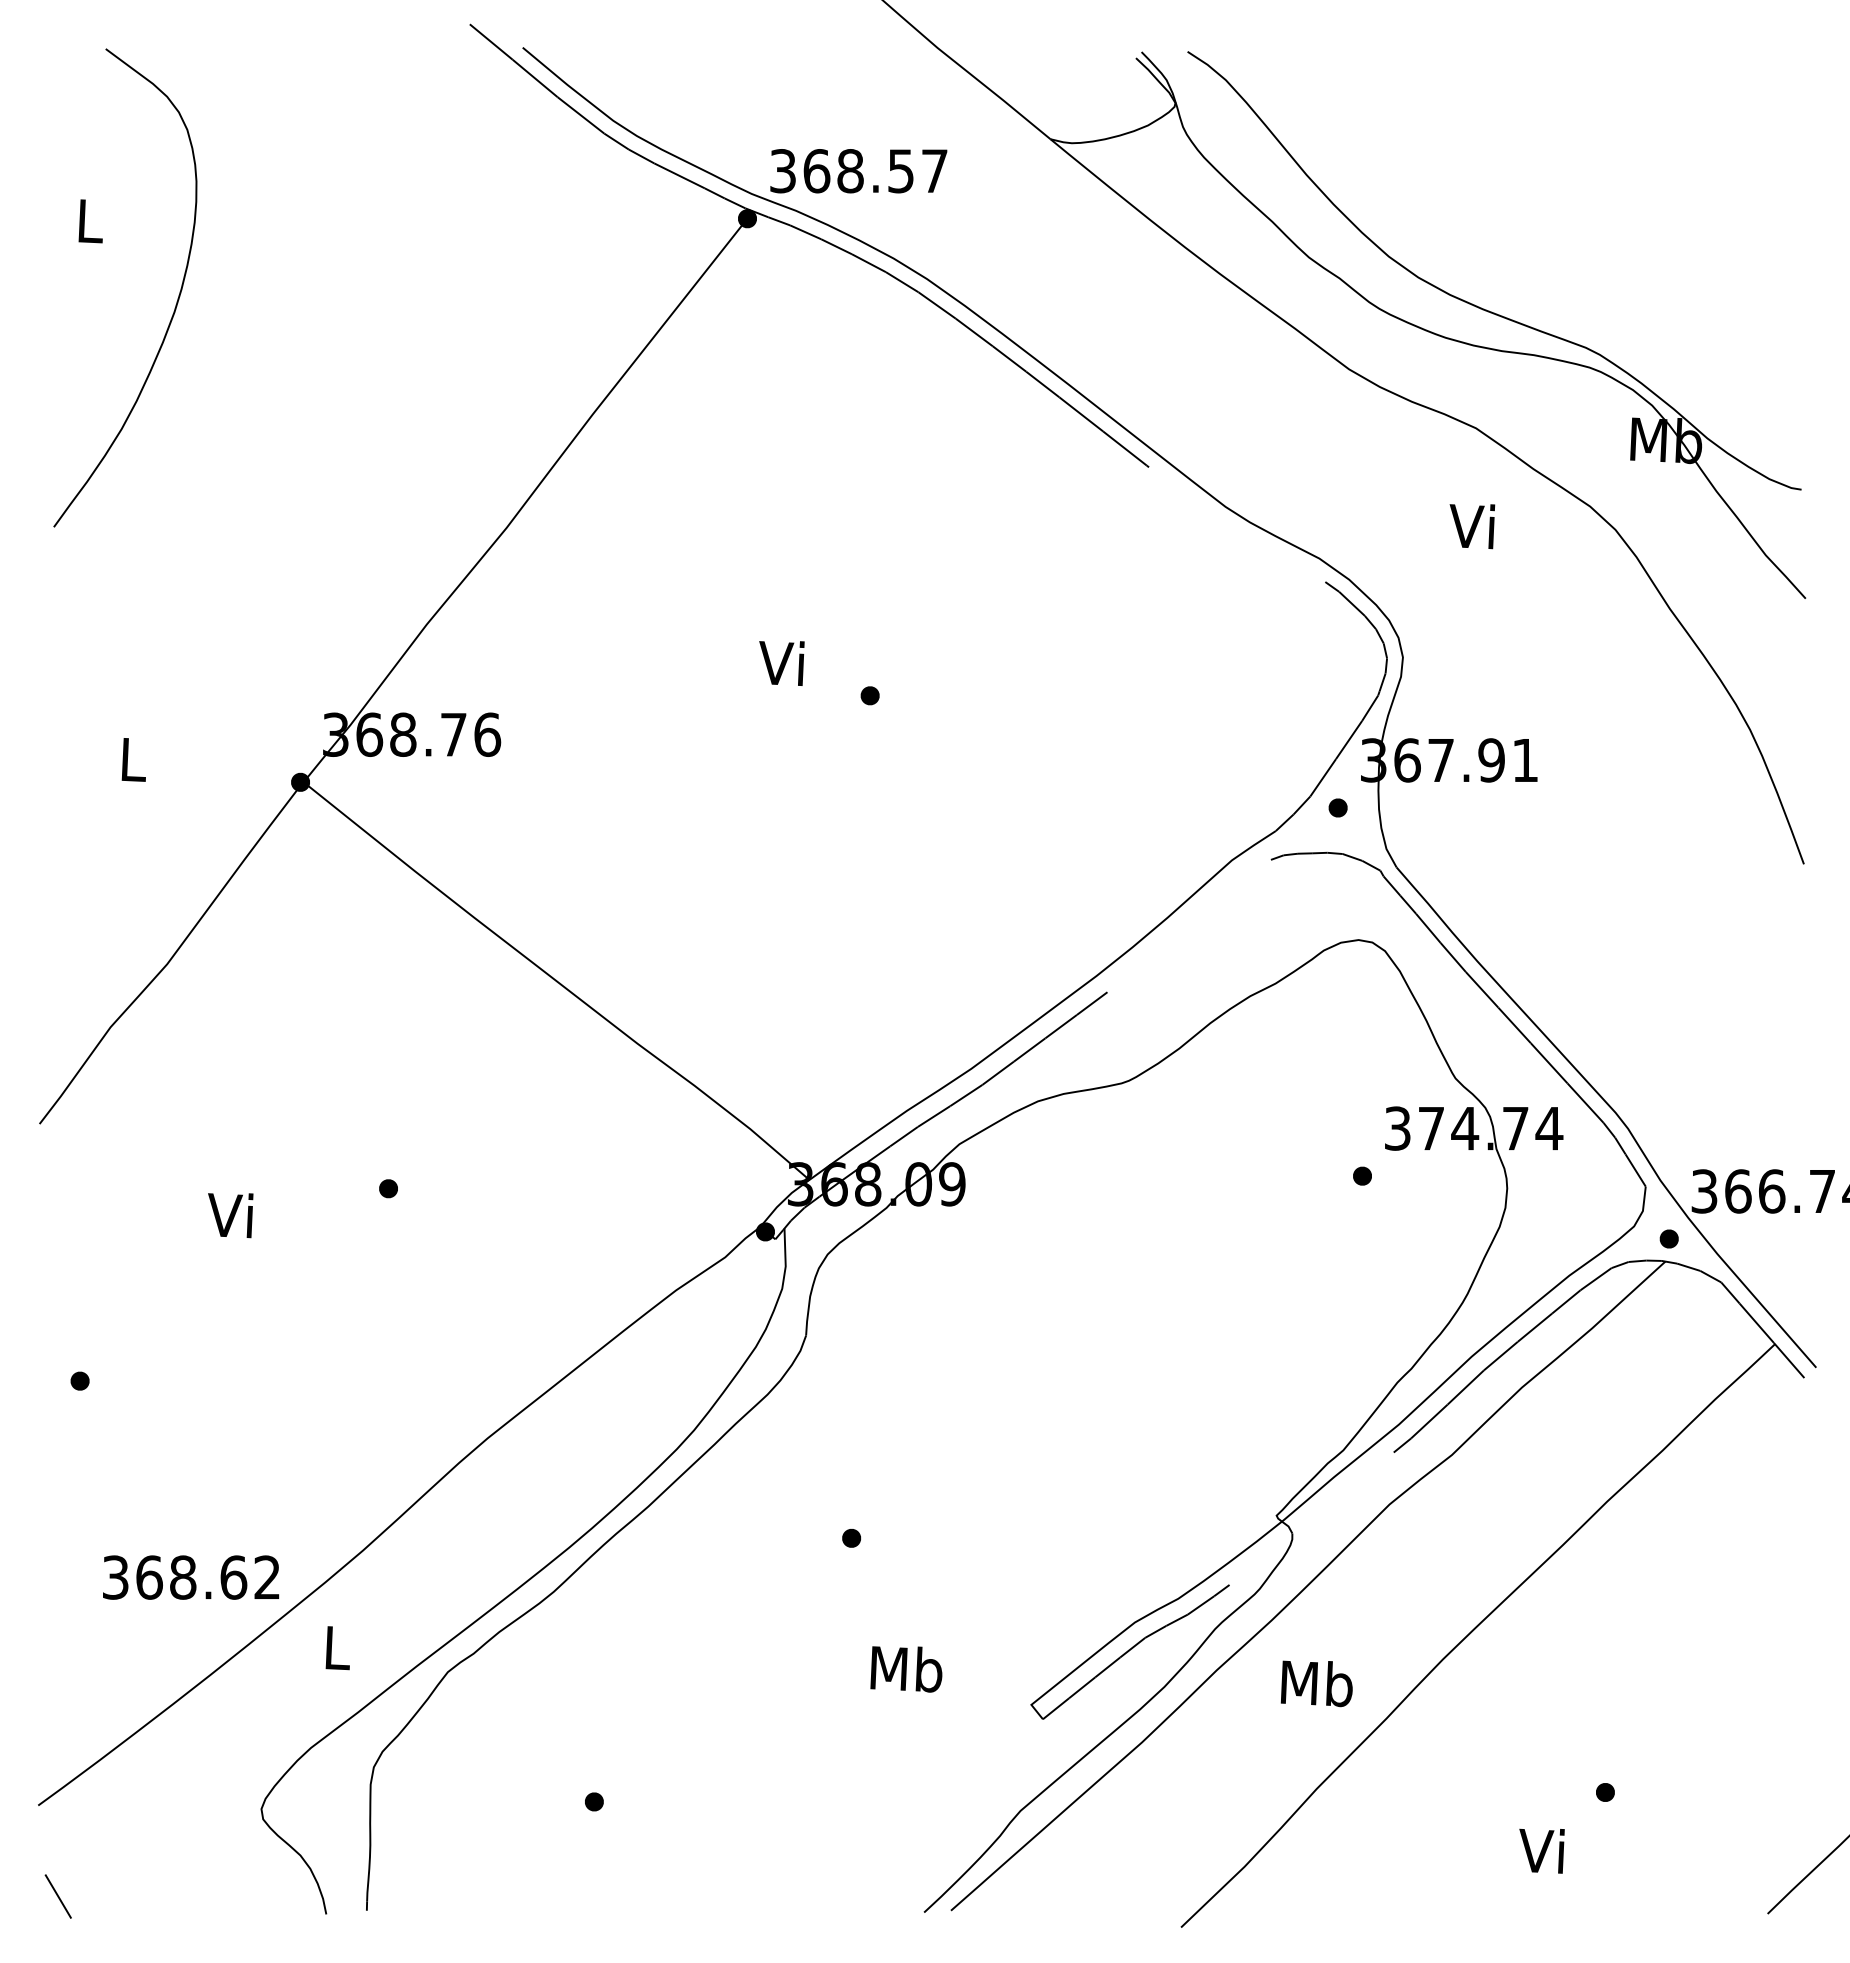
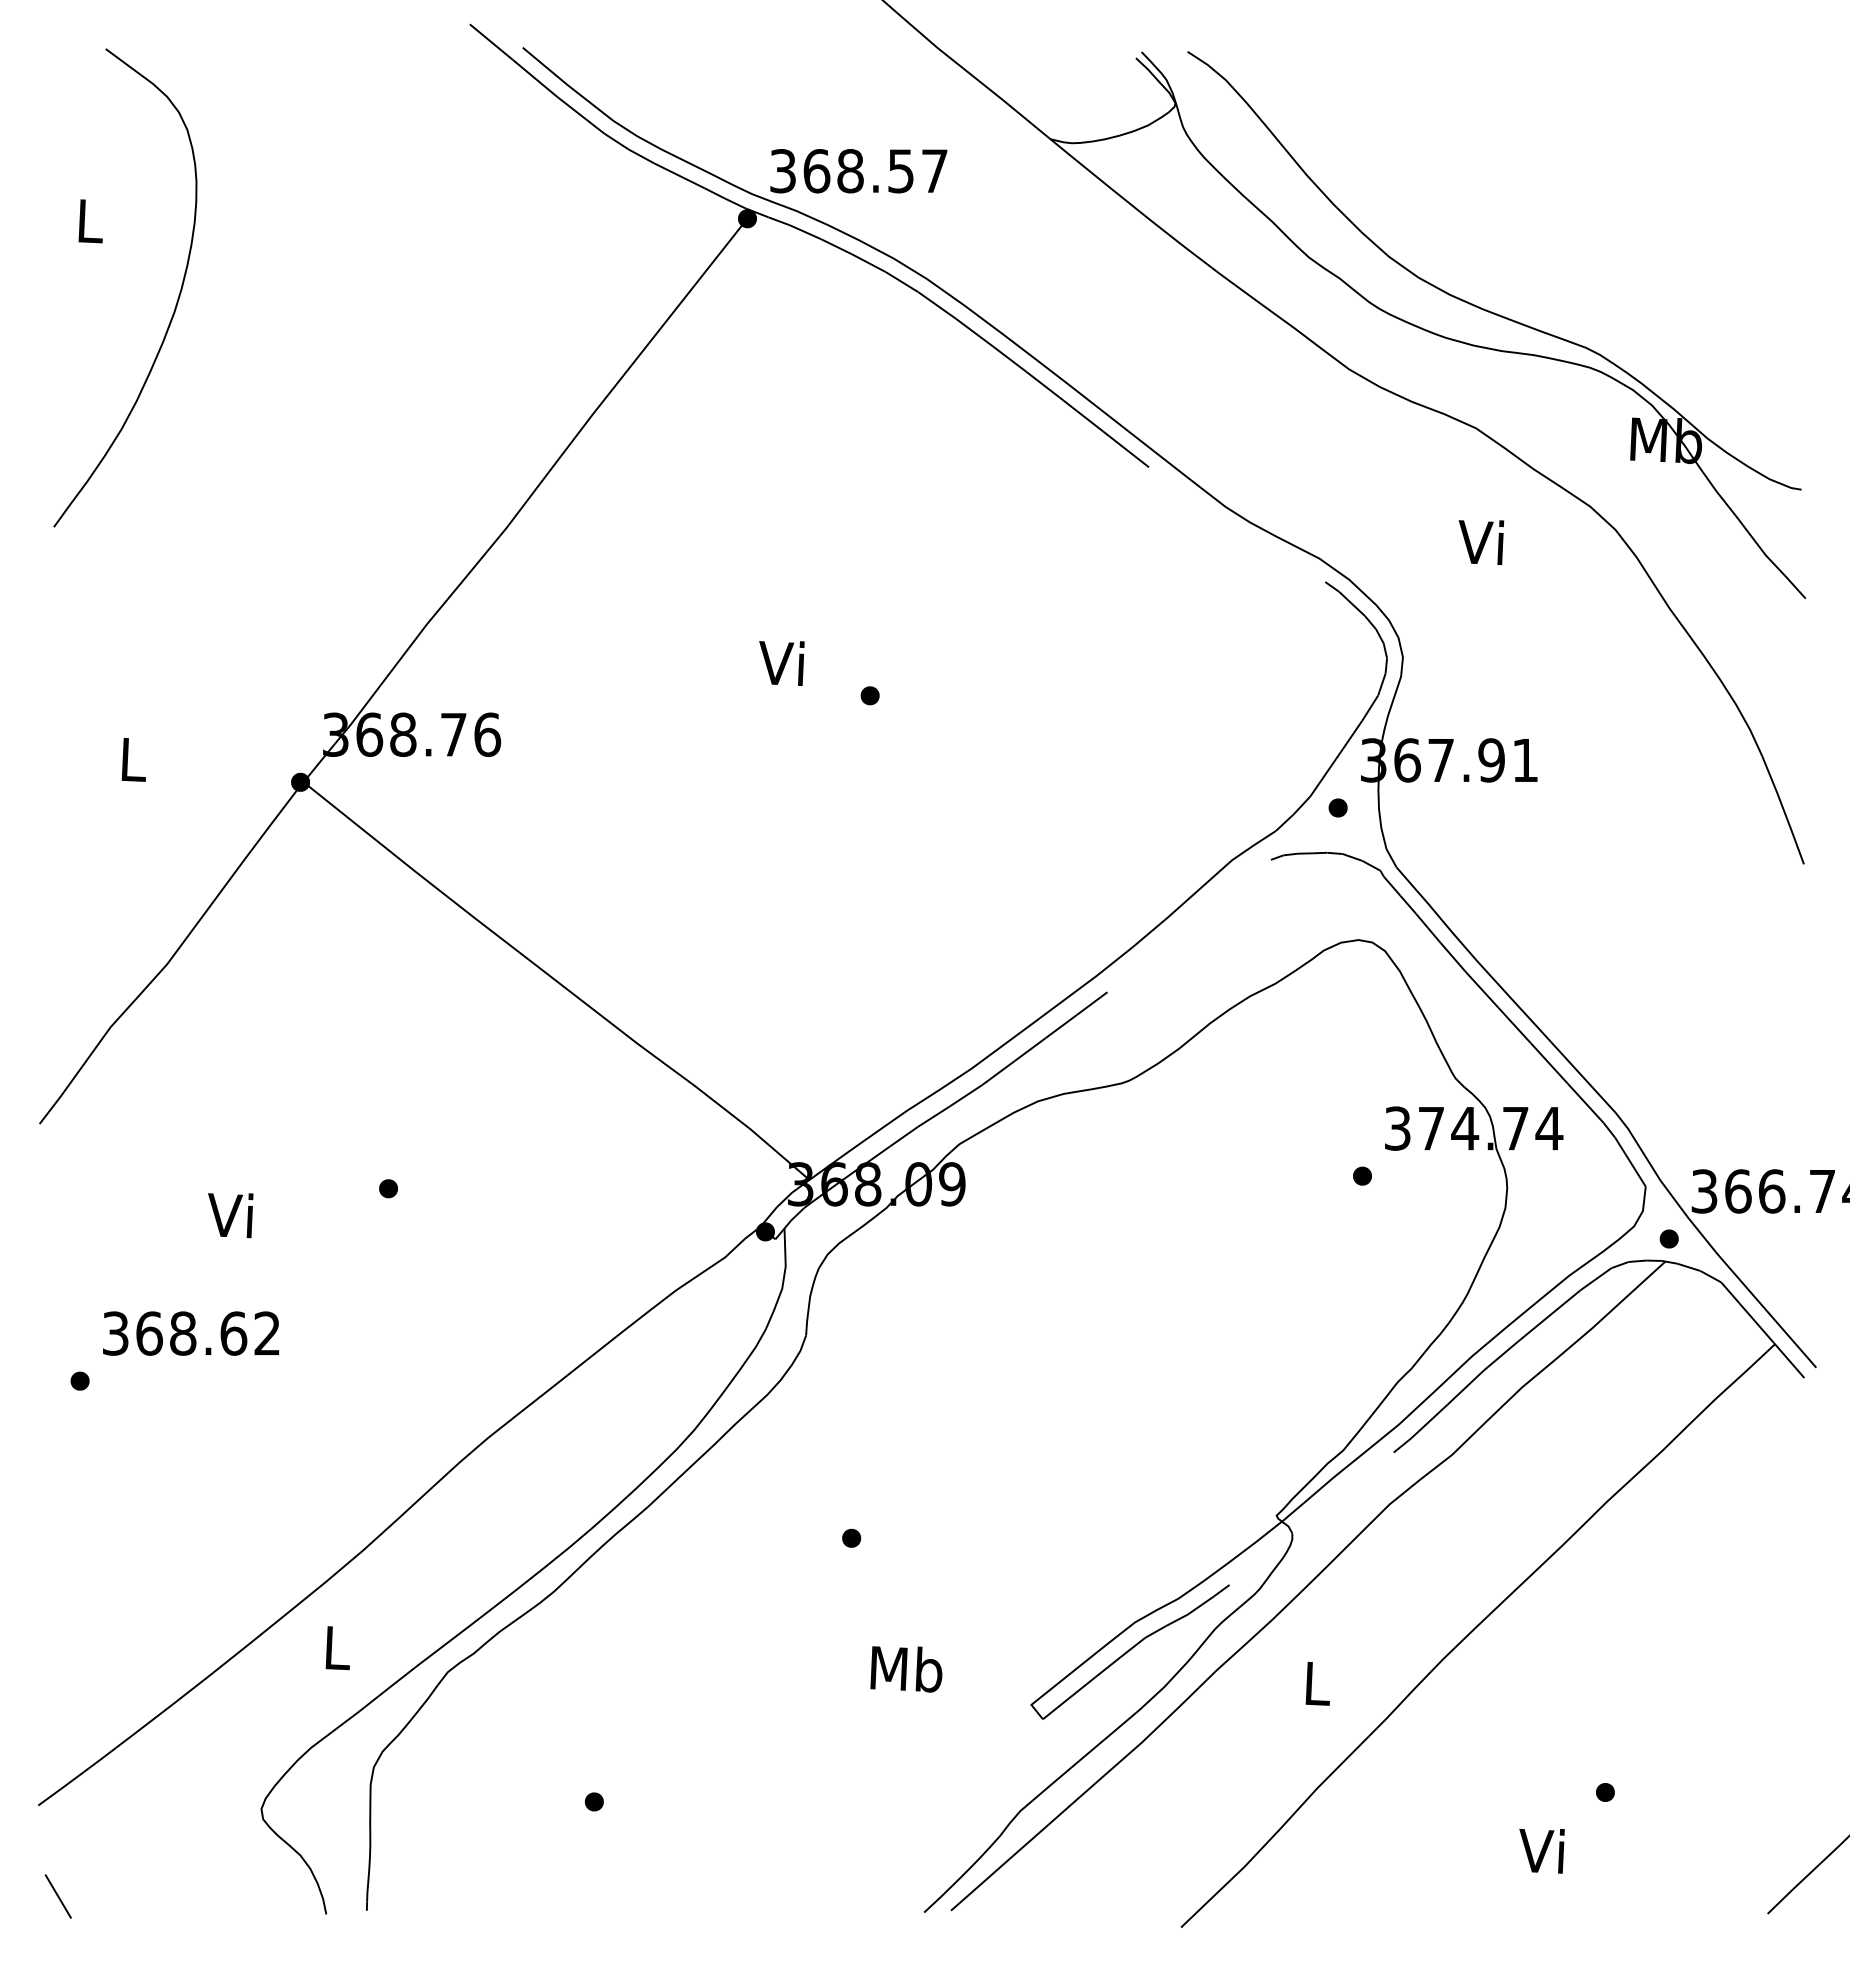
text at (1472, 526) position: (1472, 526) -> (1481, 542)
text at (191, 1577) position: (191, 1577) -> (191, 1333)
text at (1316, 1683): Mb -> L
